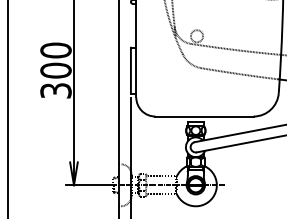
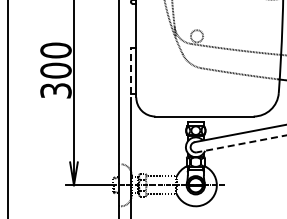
line at (130, 70): solid -> dashed
line at (241, 143): solid -> dashed
